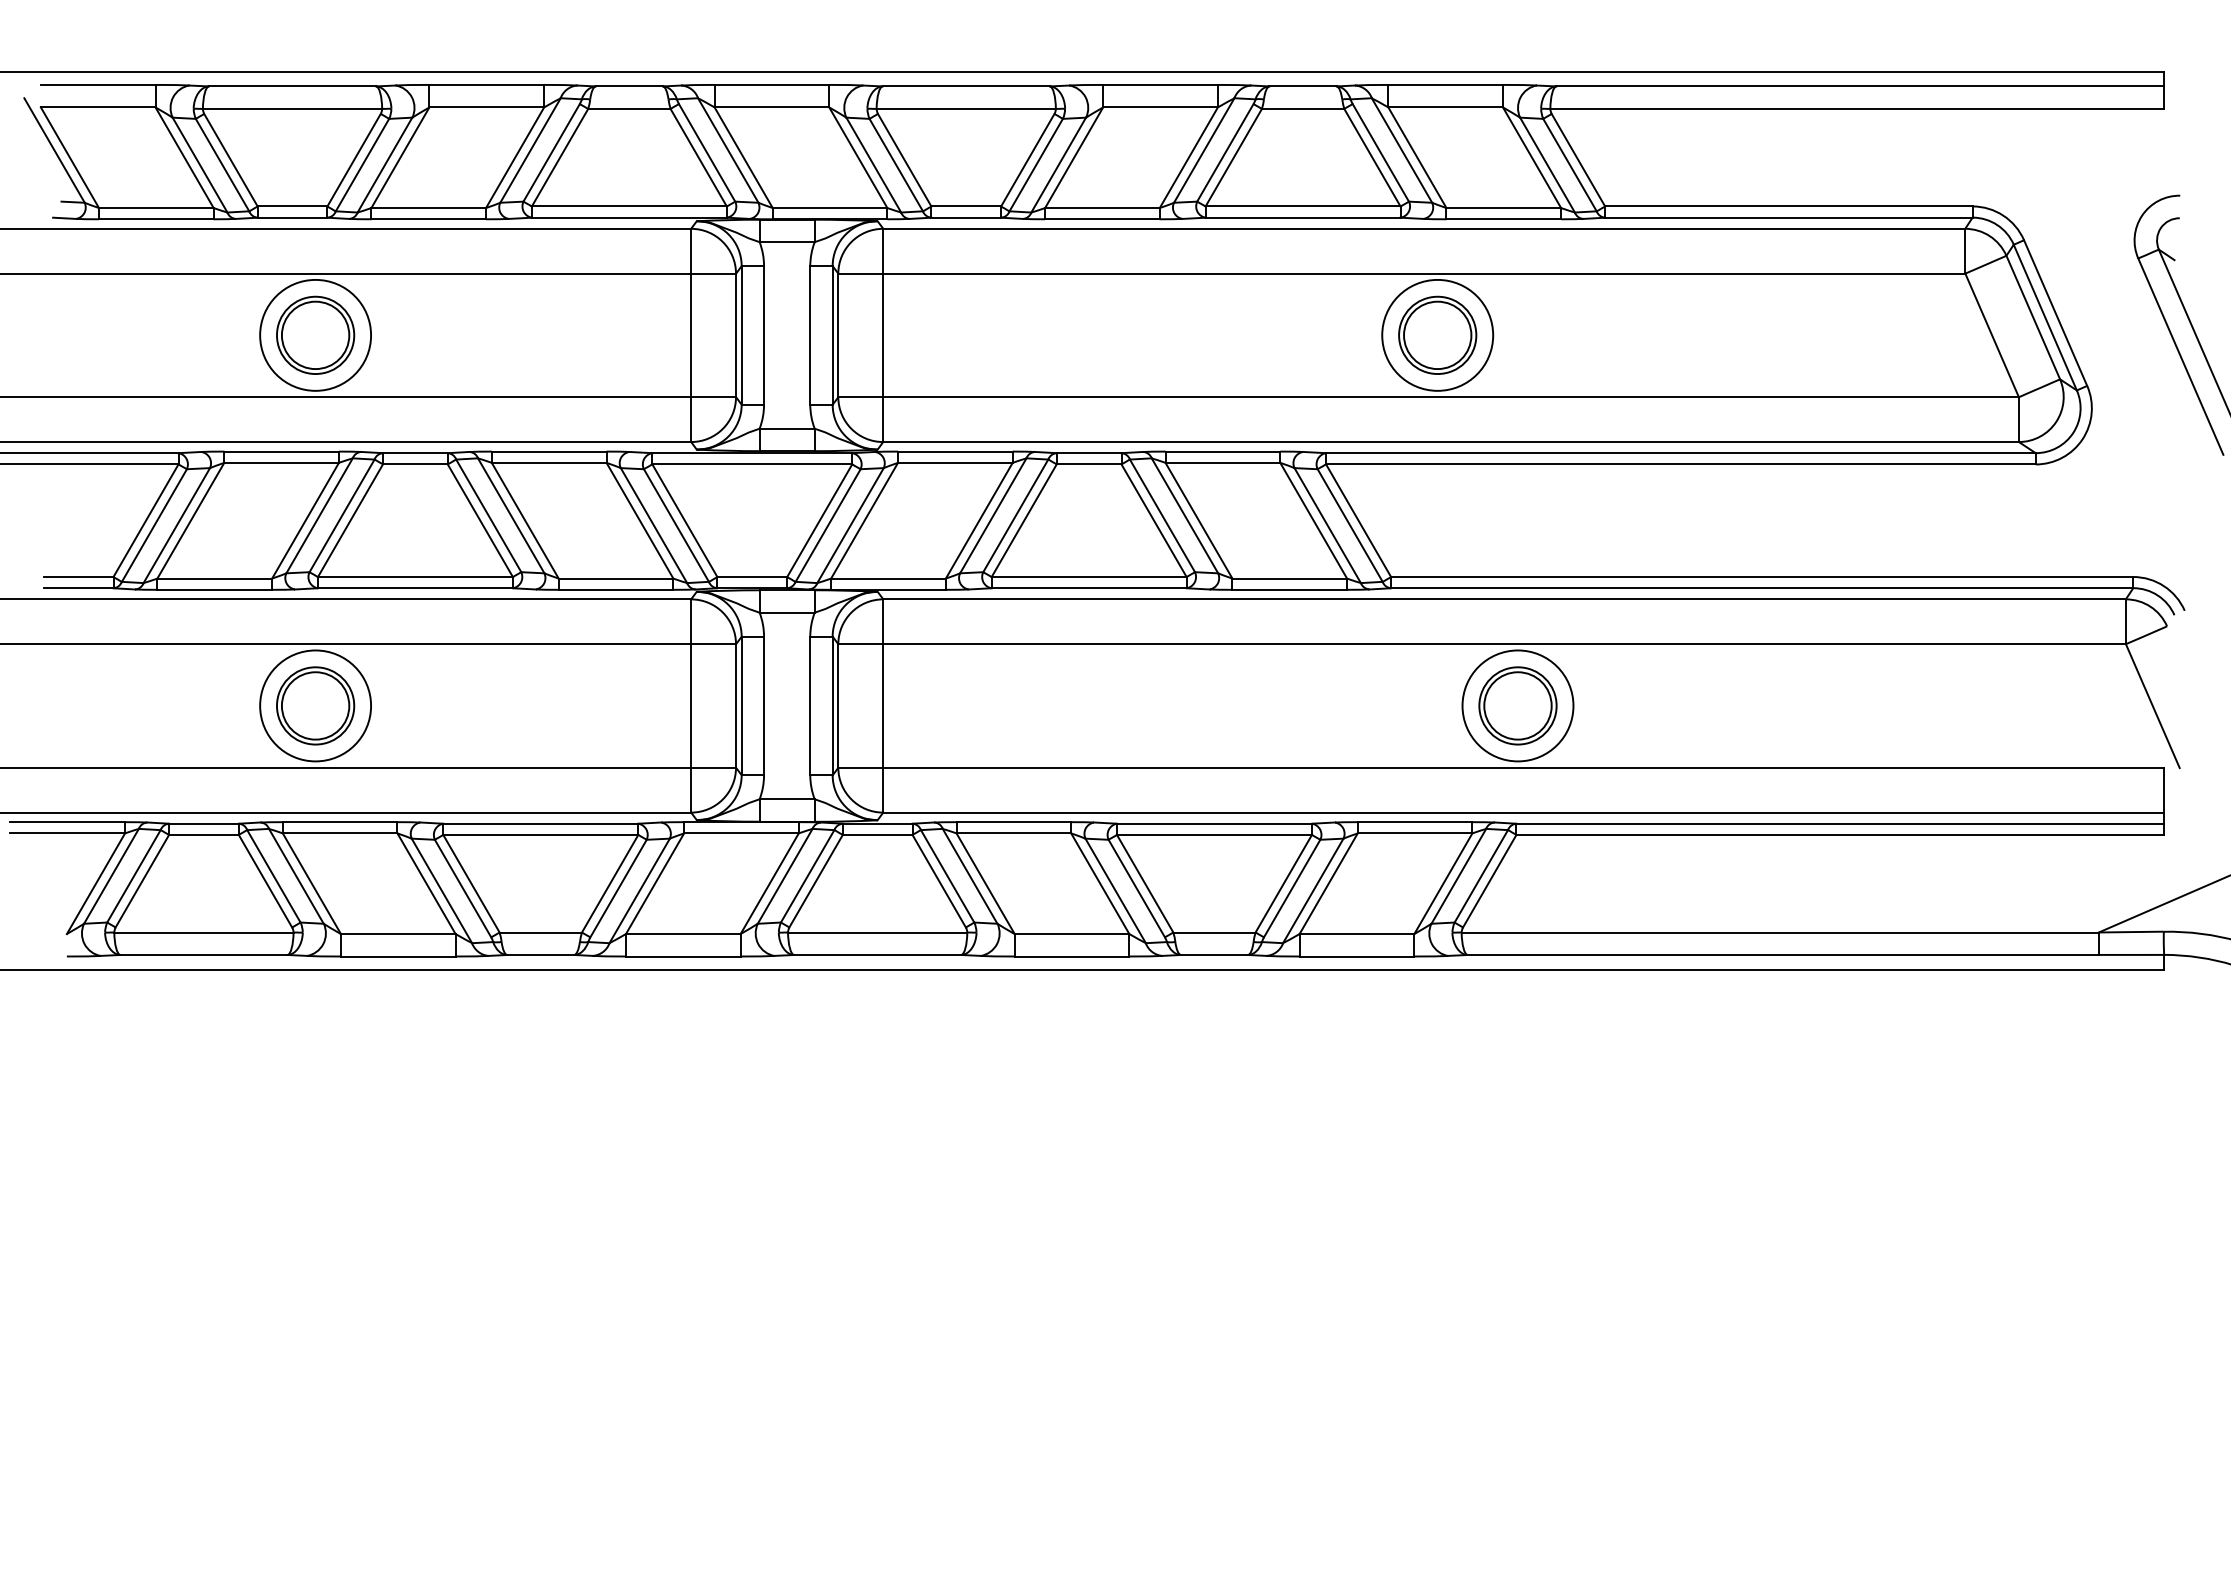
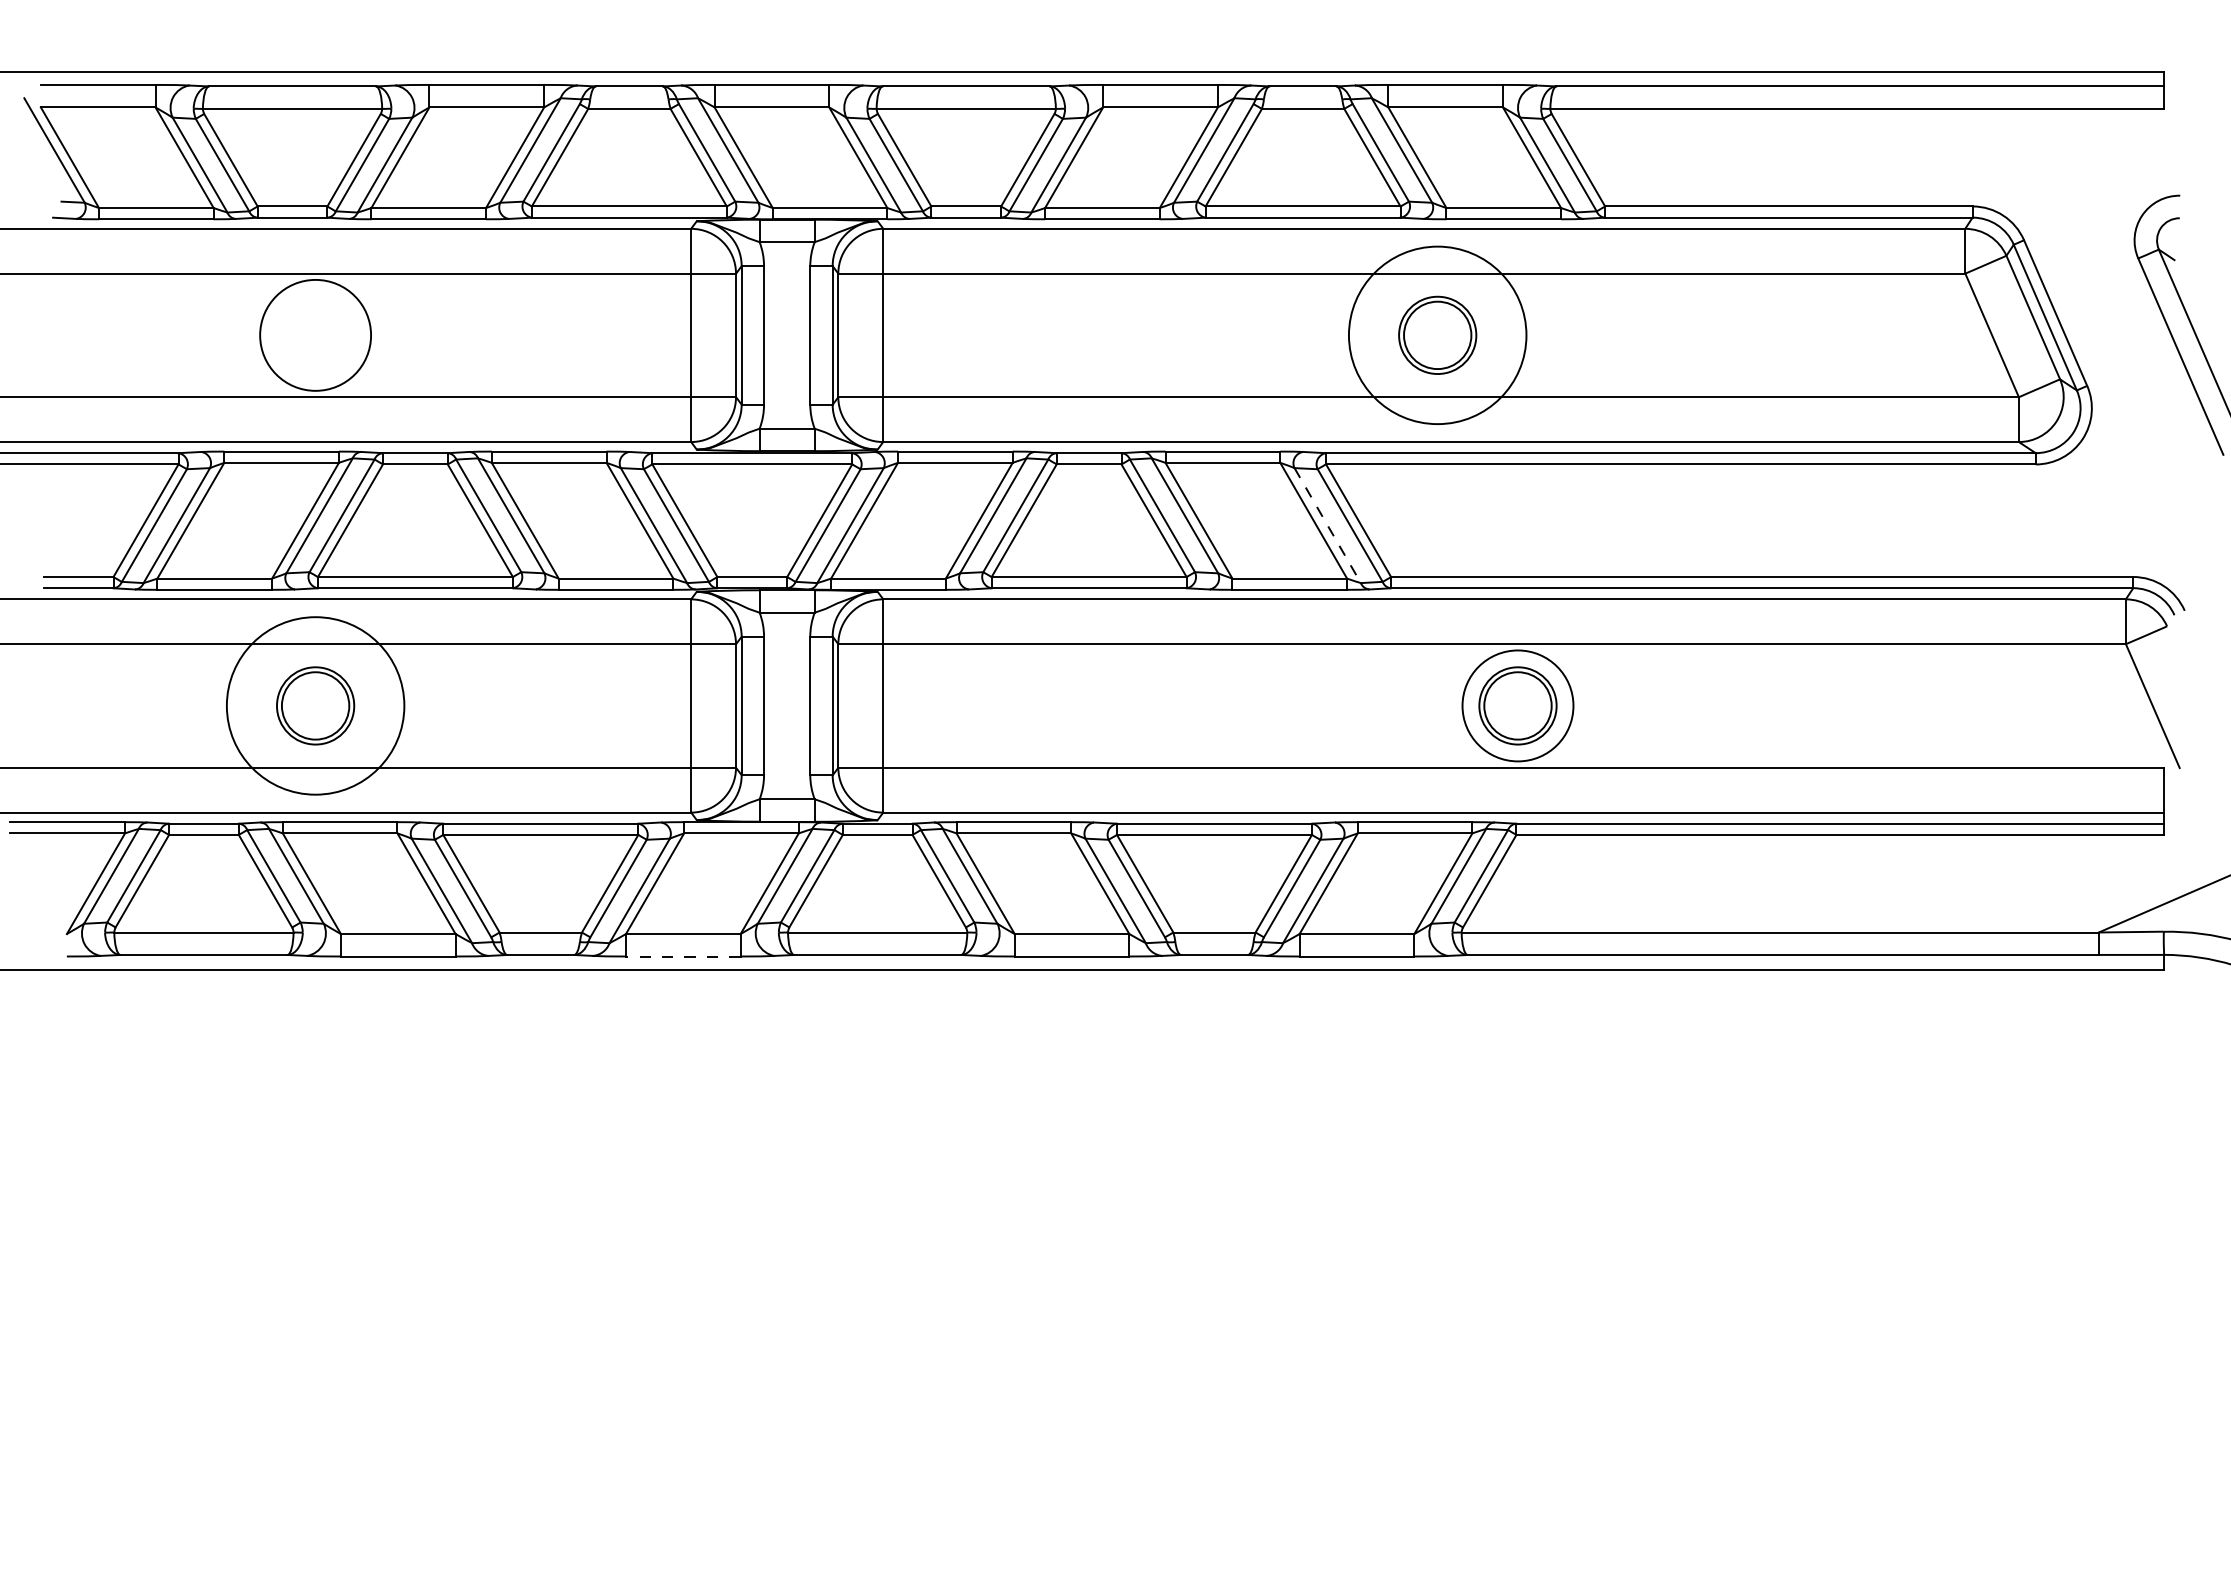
part at (315, 334): present -> none
circle at (1437, 334) diameter: 111 px -> 178 px
line at (1327, 526): solid -> dashed
circle at (315, 705) diameter: 111 px -> 178 px
line at (682, 956): solid -> dashed
